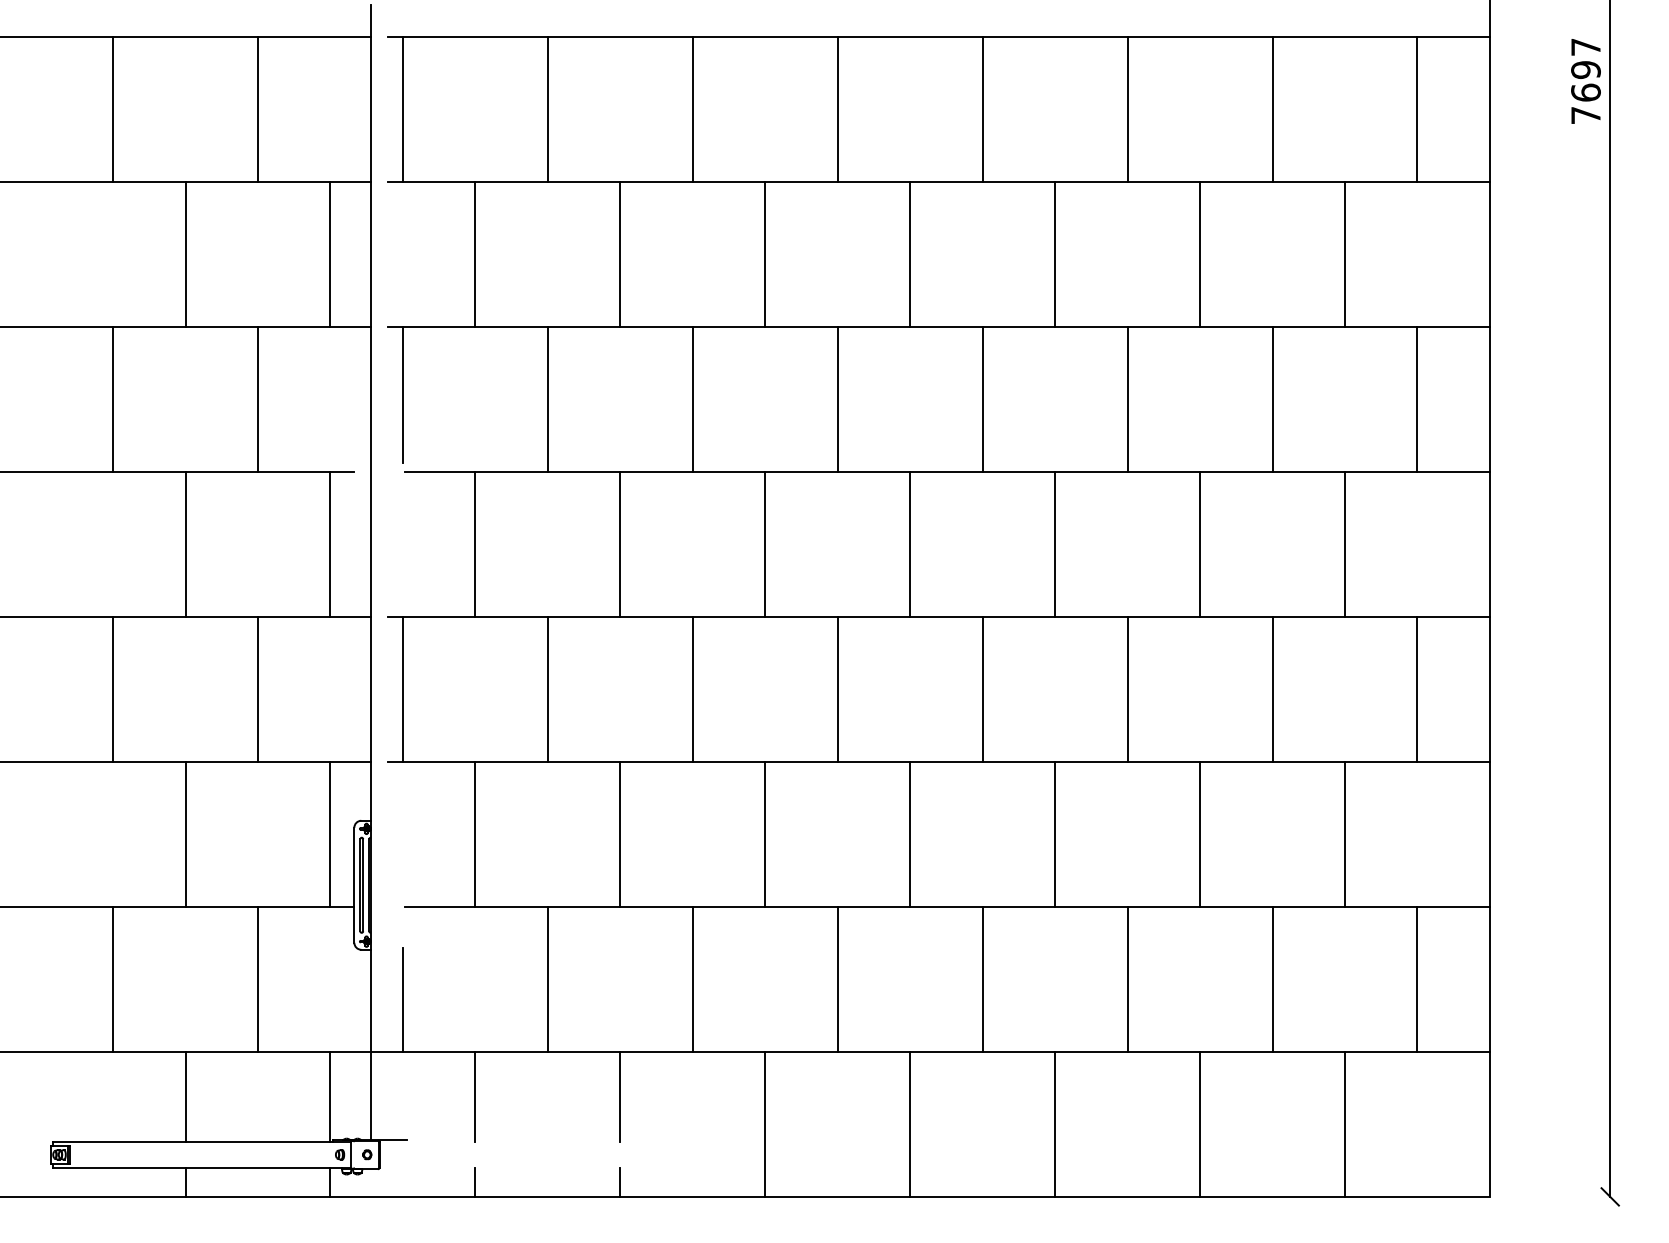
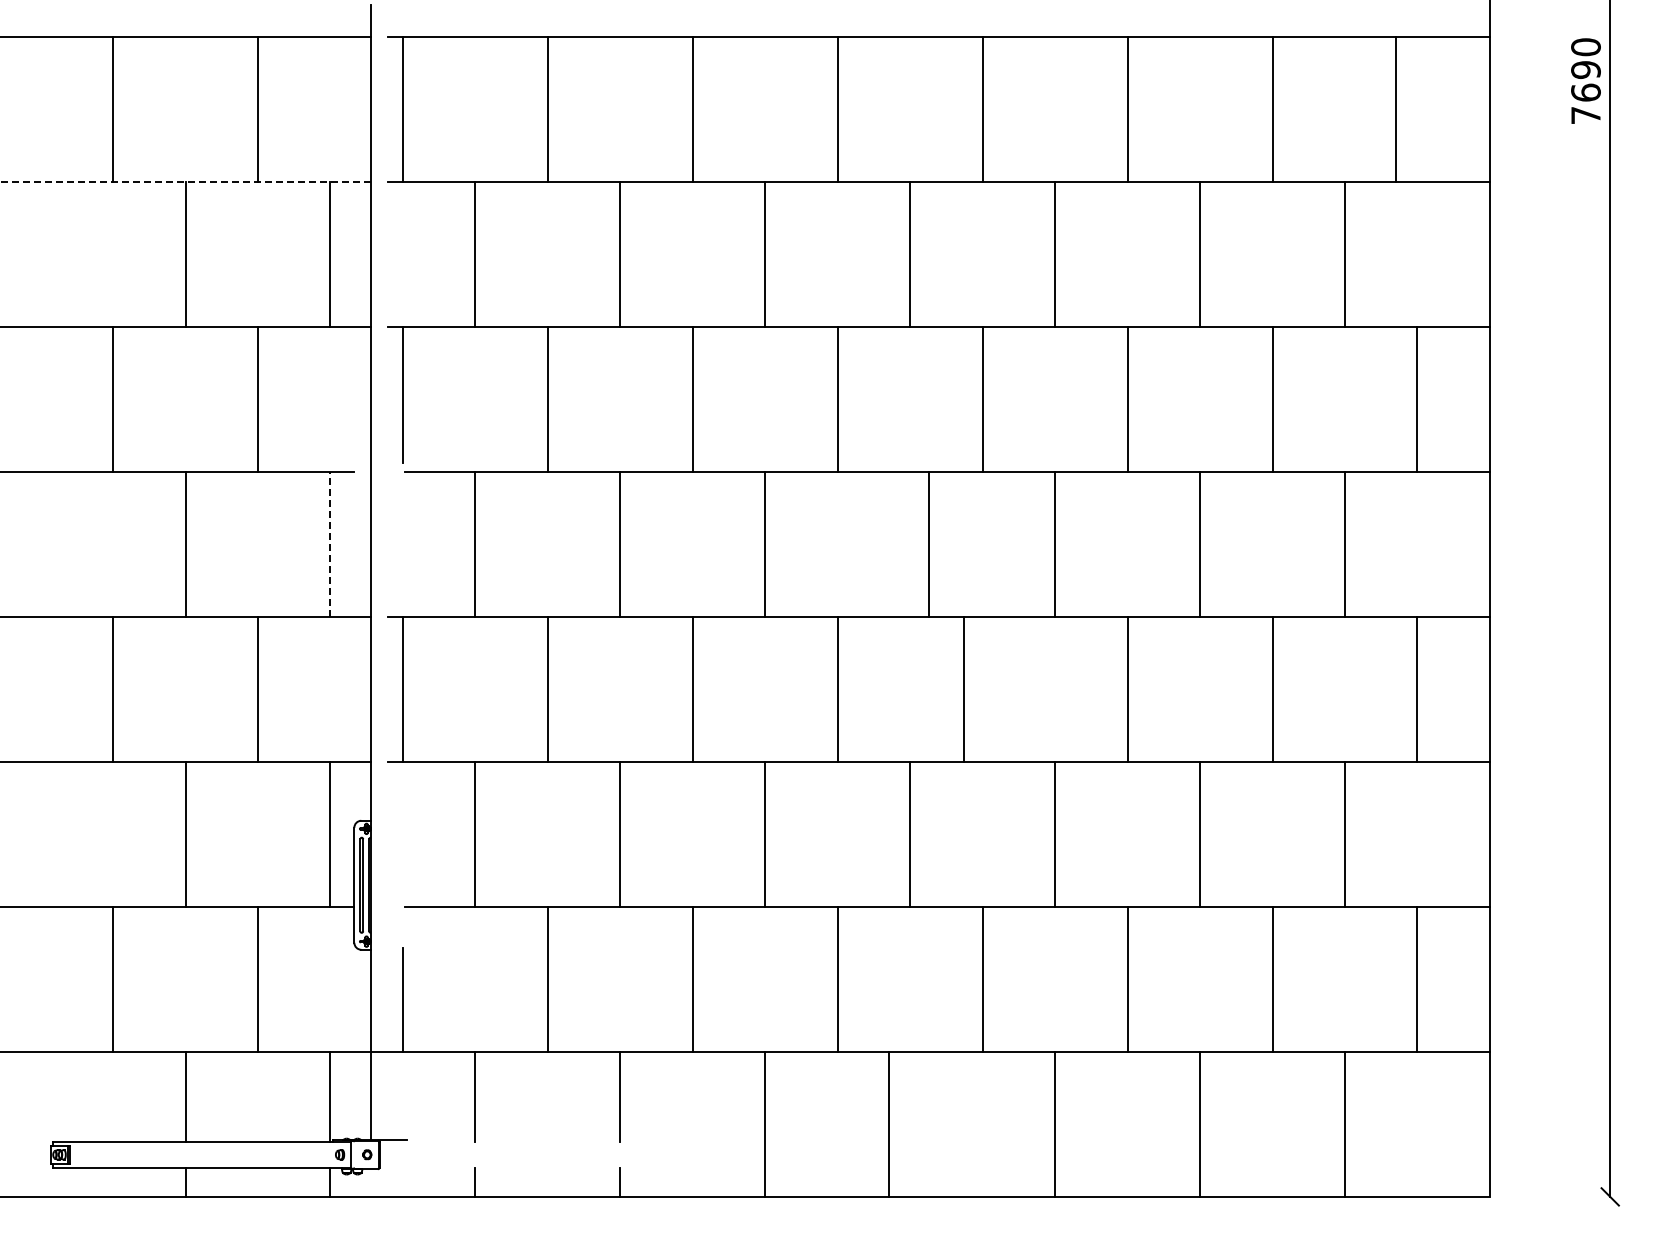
text at (1585, 47): 7697 -> 7690
line at (1417, 109) position: (1417, 109) -> (1396, 109)
line at (185, 182): solid -> dashed
line at (330, 544): solid -> dashed
line at (910, 544) position: (910, 544) -> (929, 544)
line at (982, 689) position: (982, 689) -> (963, 689)
line at (910, 1123) position: (910, 1123) -> (889, 1123)
